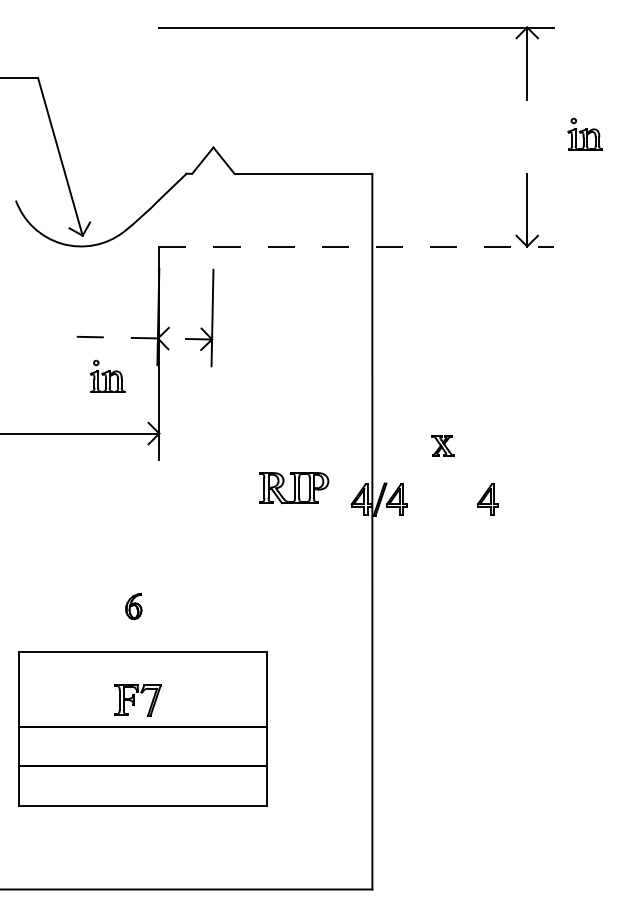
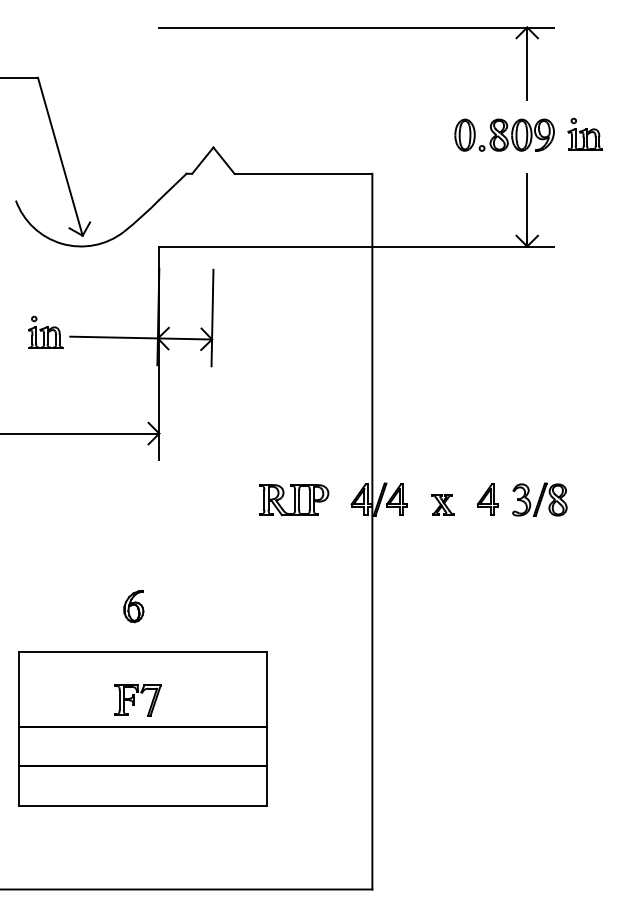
part at (504, 134): none -> present
line at (357, 246): dashed -> solid
line at (141, 338): dashed -> solid
part at (107, 375) position: (107, 375) -> (45, 331)
part at (442, 445) position: (442, 445) -> (442, 504)
part at (294, 488) position: (294, 488) -> (294, 500)
part at (539, 499): none -> present
part at (133, 606) size: 18x28 px -> 22x34 px
